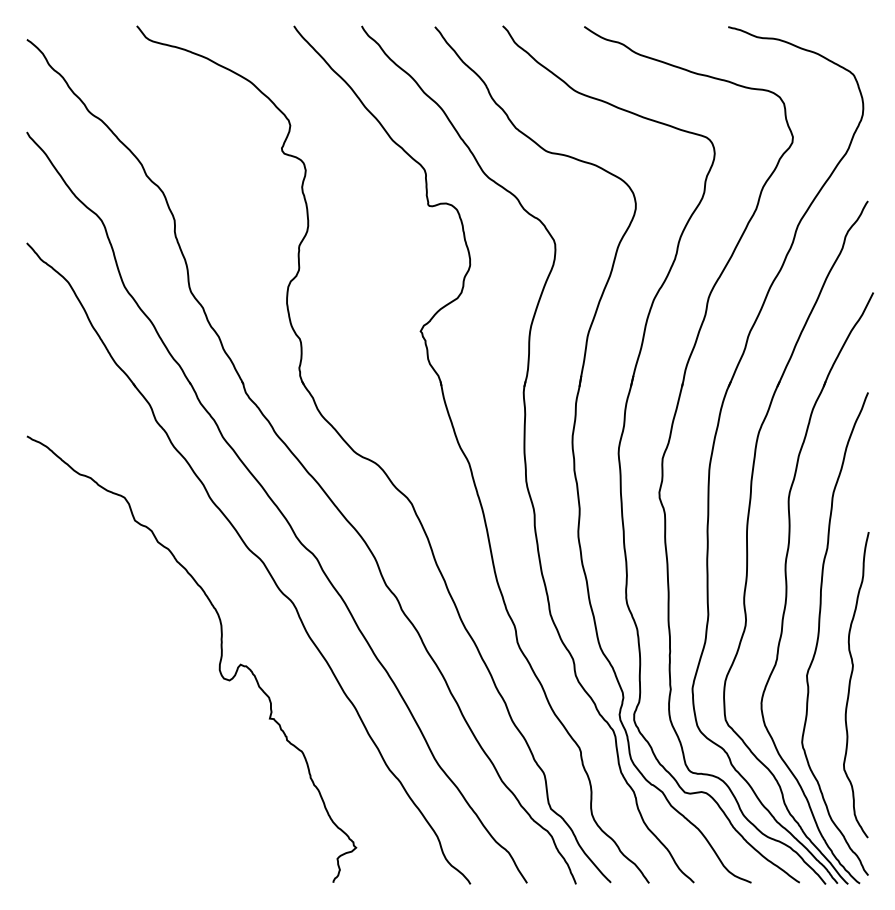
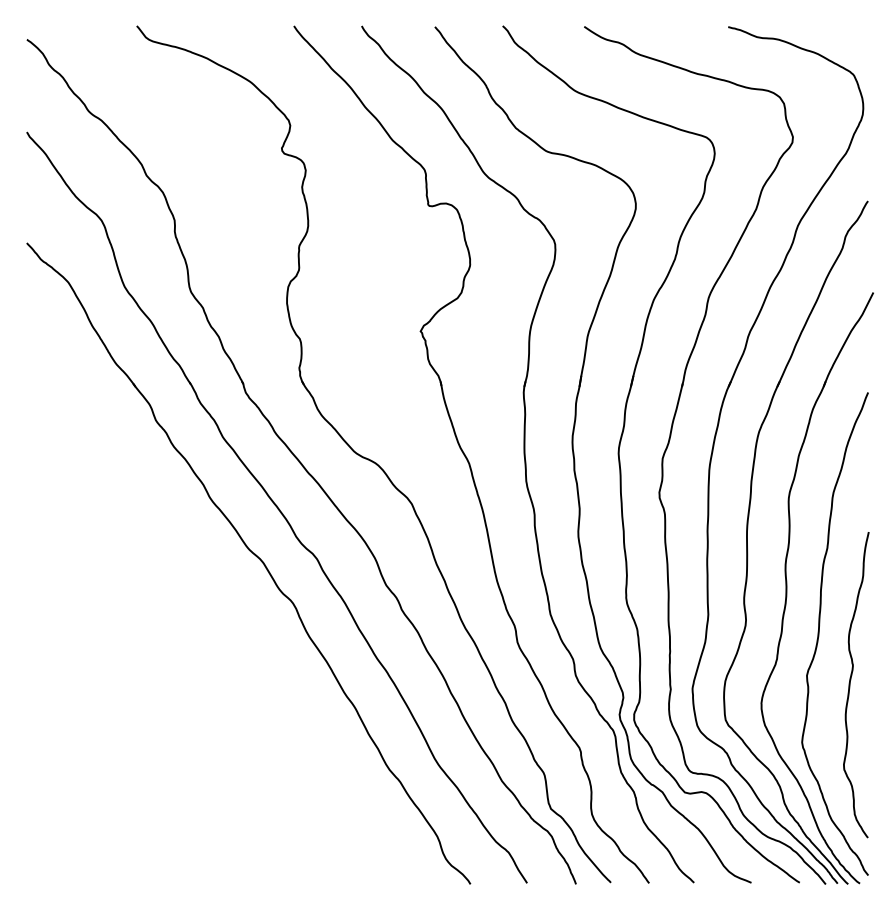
curve at (219, 660): present -> none
